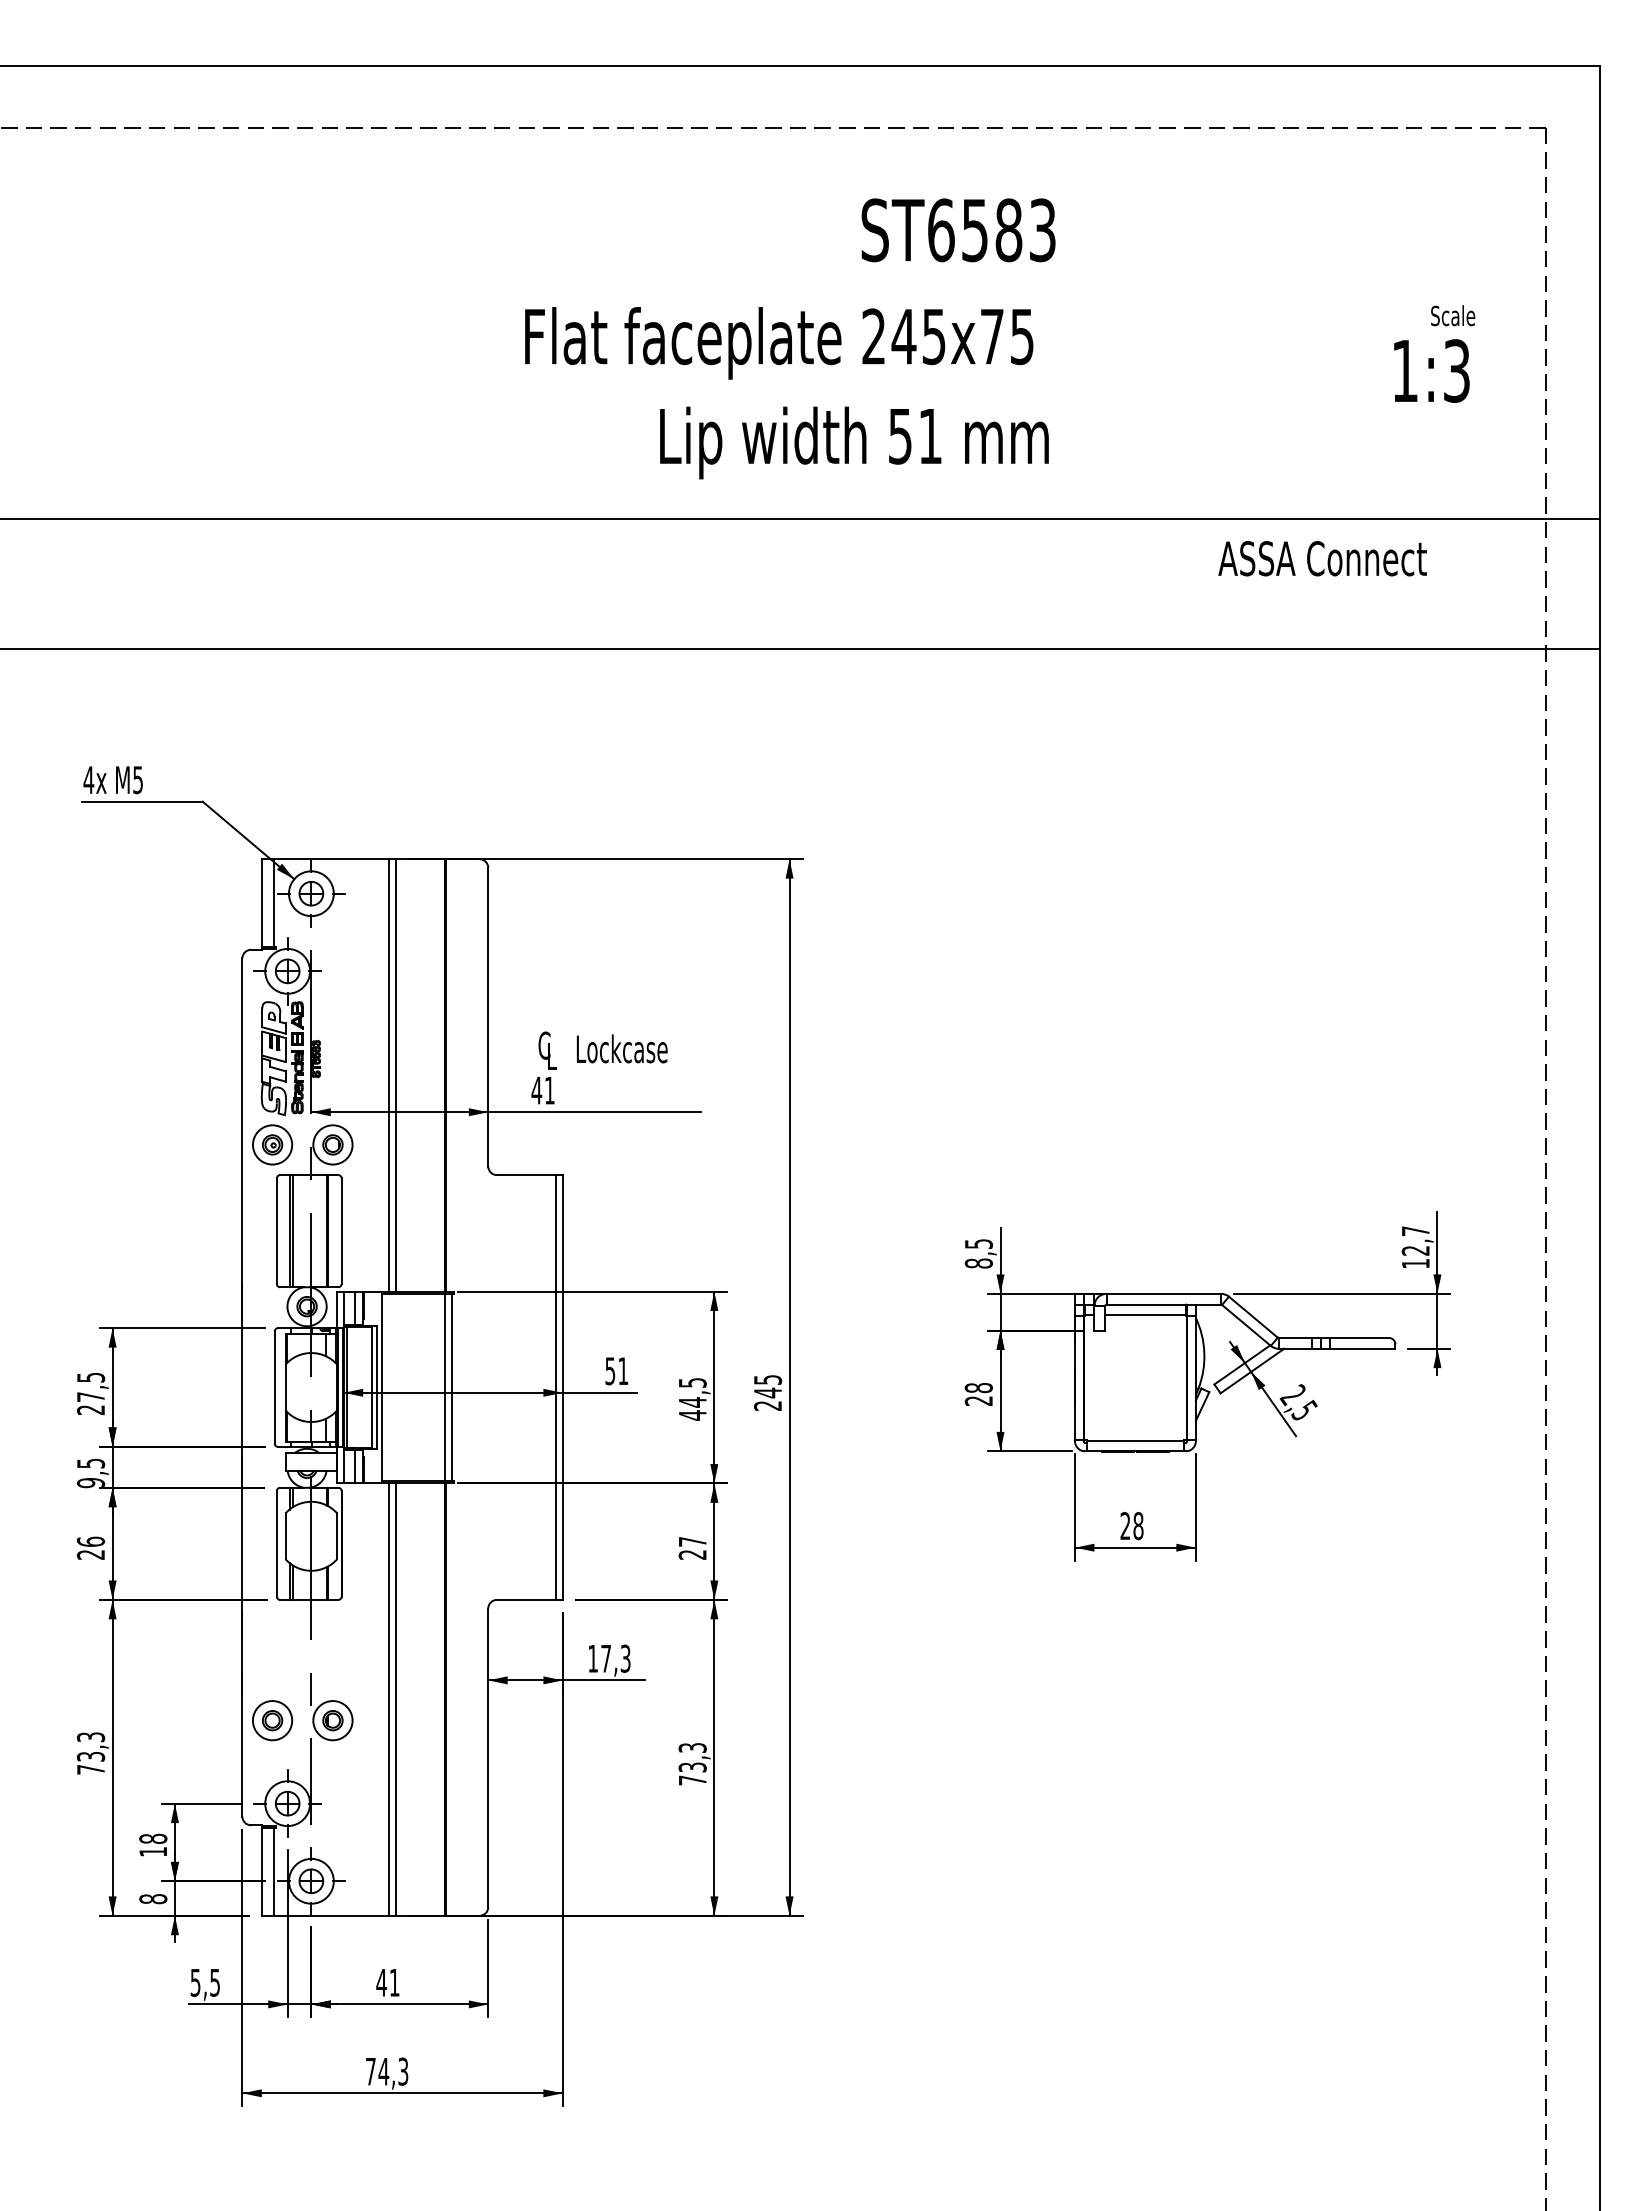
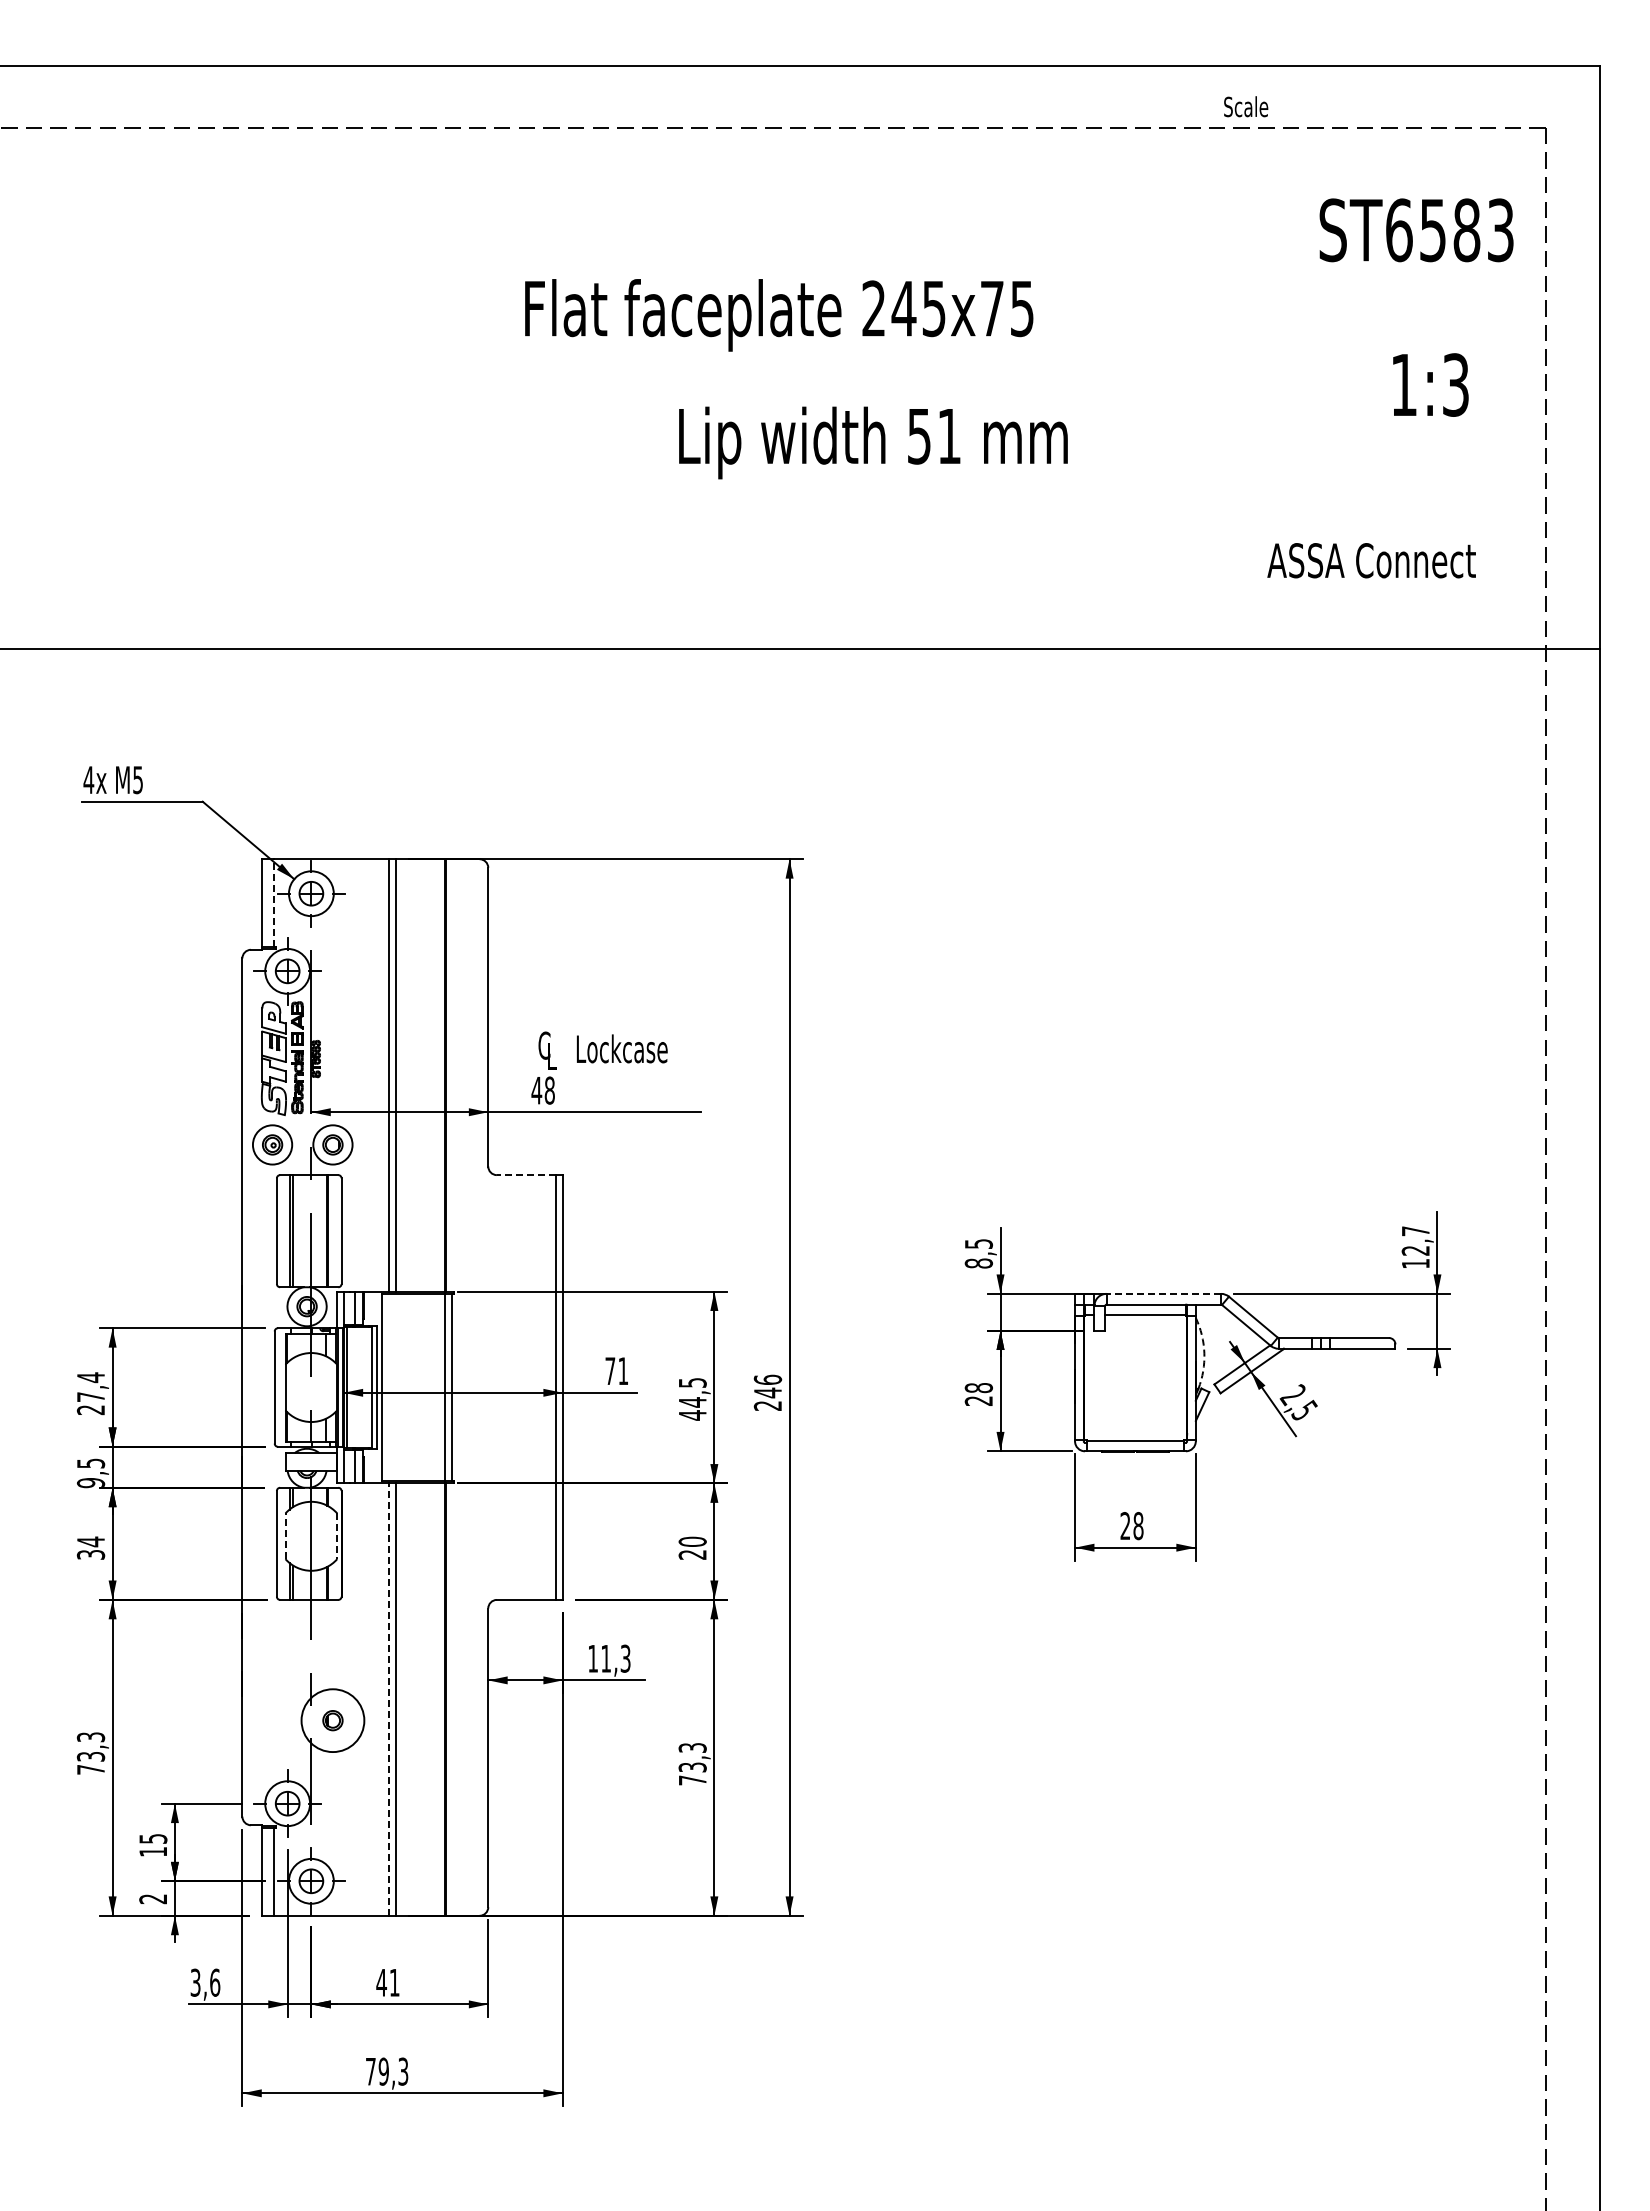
text at (958, 230) position: (958, 230) -> (1416, 230)
text at (1453, 315) position: (1453, 315) -> (1246, 106)
text at (779, 343) position: (779, 343) -> (779, 315)
text at (1431, 370) position: (1431, 370) -> (1430, 384)
text at (854, 442) position: (854, 442) -> (873, 442)
line at (801, 519): present -> none
text at (1322, 558) position: (1322, 558) -> (1371, 560)
line at (273, 903): solid -> dashed
text at (549, 1090): 41 -> 48
line at (526, 1175): solid -> dashed
line at (1163, 1293): solid -> dashed
arc at (1204, 1353): solid -> dashed
text at (610, 1371): 51 -> 71
text at (91, 1377): 27,5 -> 27,4
text at (767, 1379): 245 -> 246
line at (285, 1536): solid -> dashed
line at (337, 1536): solid -> dashed
text at (692, 1541): 27 -> 20
text at (90, 1547): 26 -> 34
text at (605, 1658): 17,3 -> 11,3
line at (388, 1699): solid -> dashed
part at (272, 1720): present -> none
circle at (332, 1720) diameter: 39 px -> 63 px
text at (153, 1838): 18 -> 15
text at (153, 1899): 8 -> 2
text at (205, 1982): 5,5 -> 3,6
text at (383, 2071): 74,3 -> 79,3
